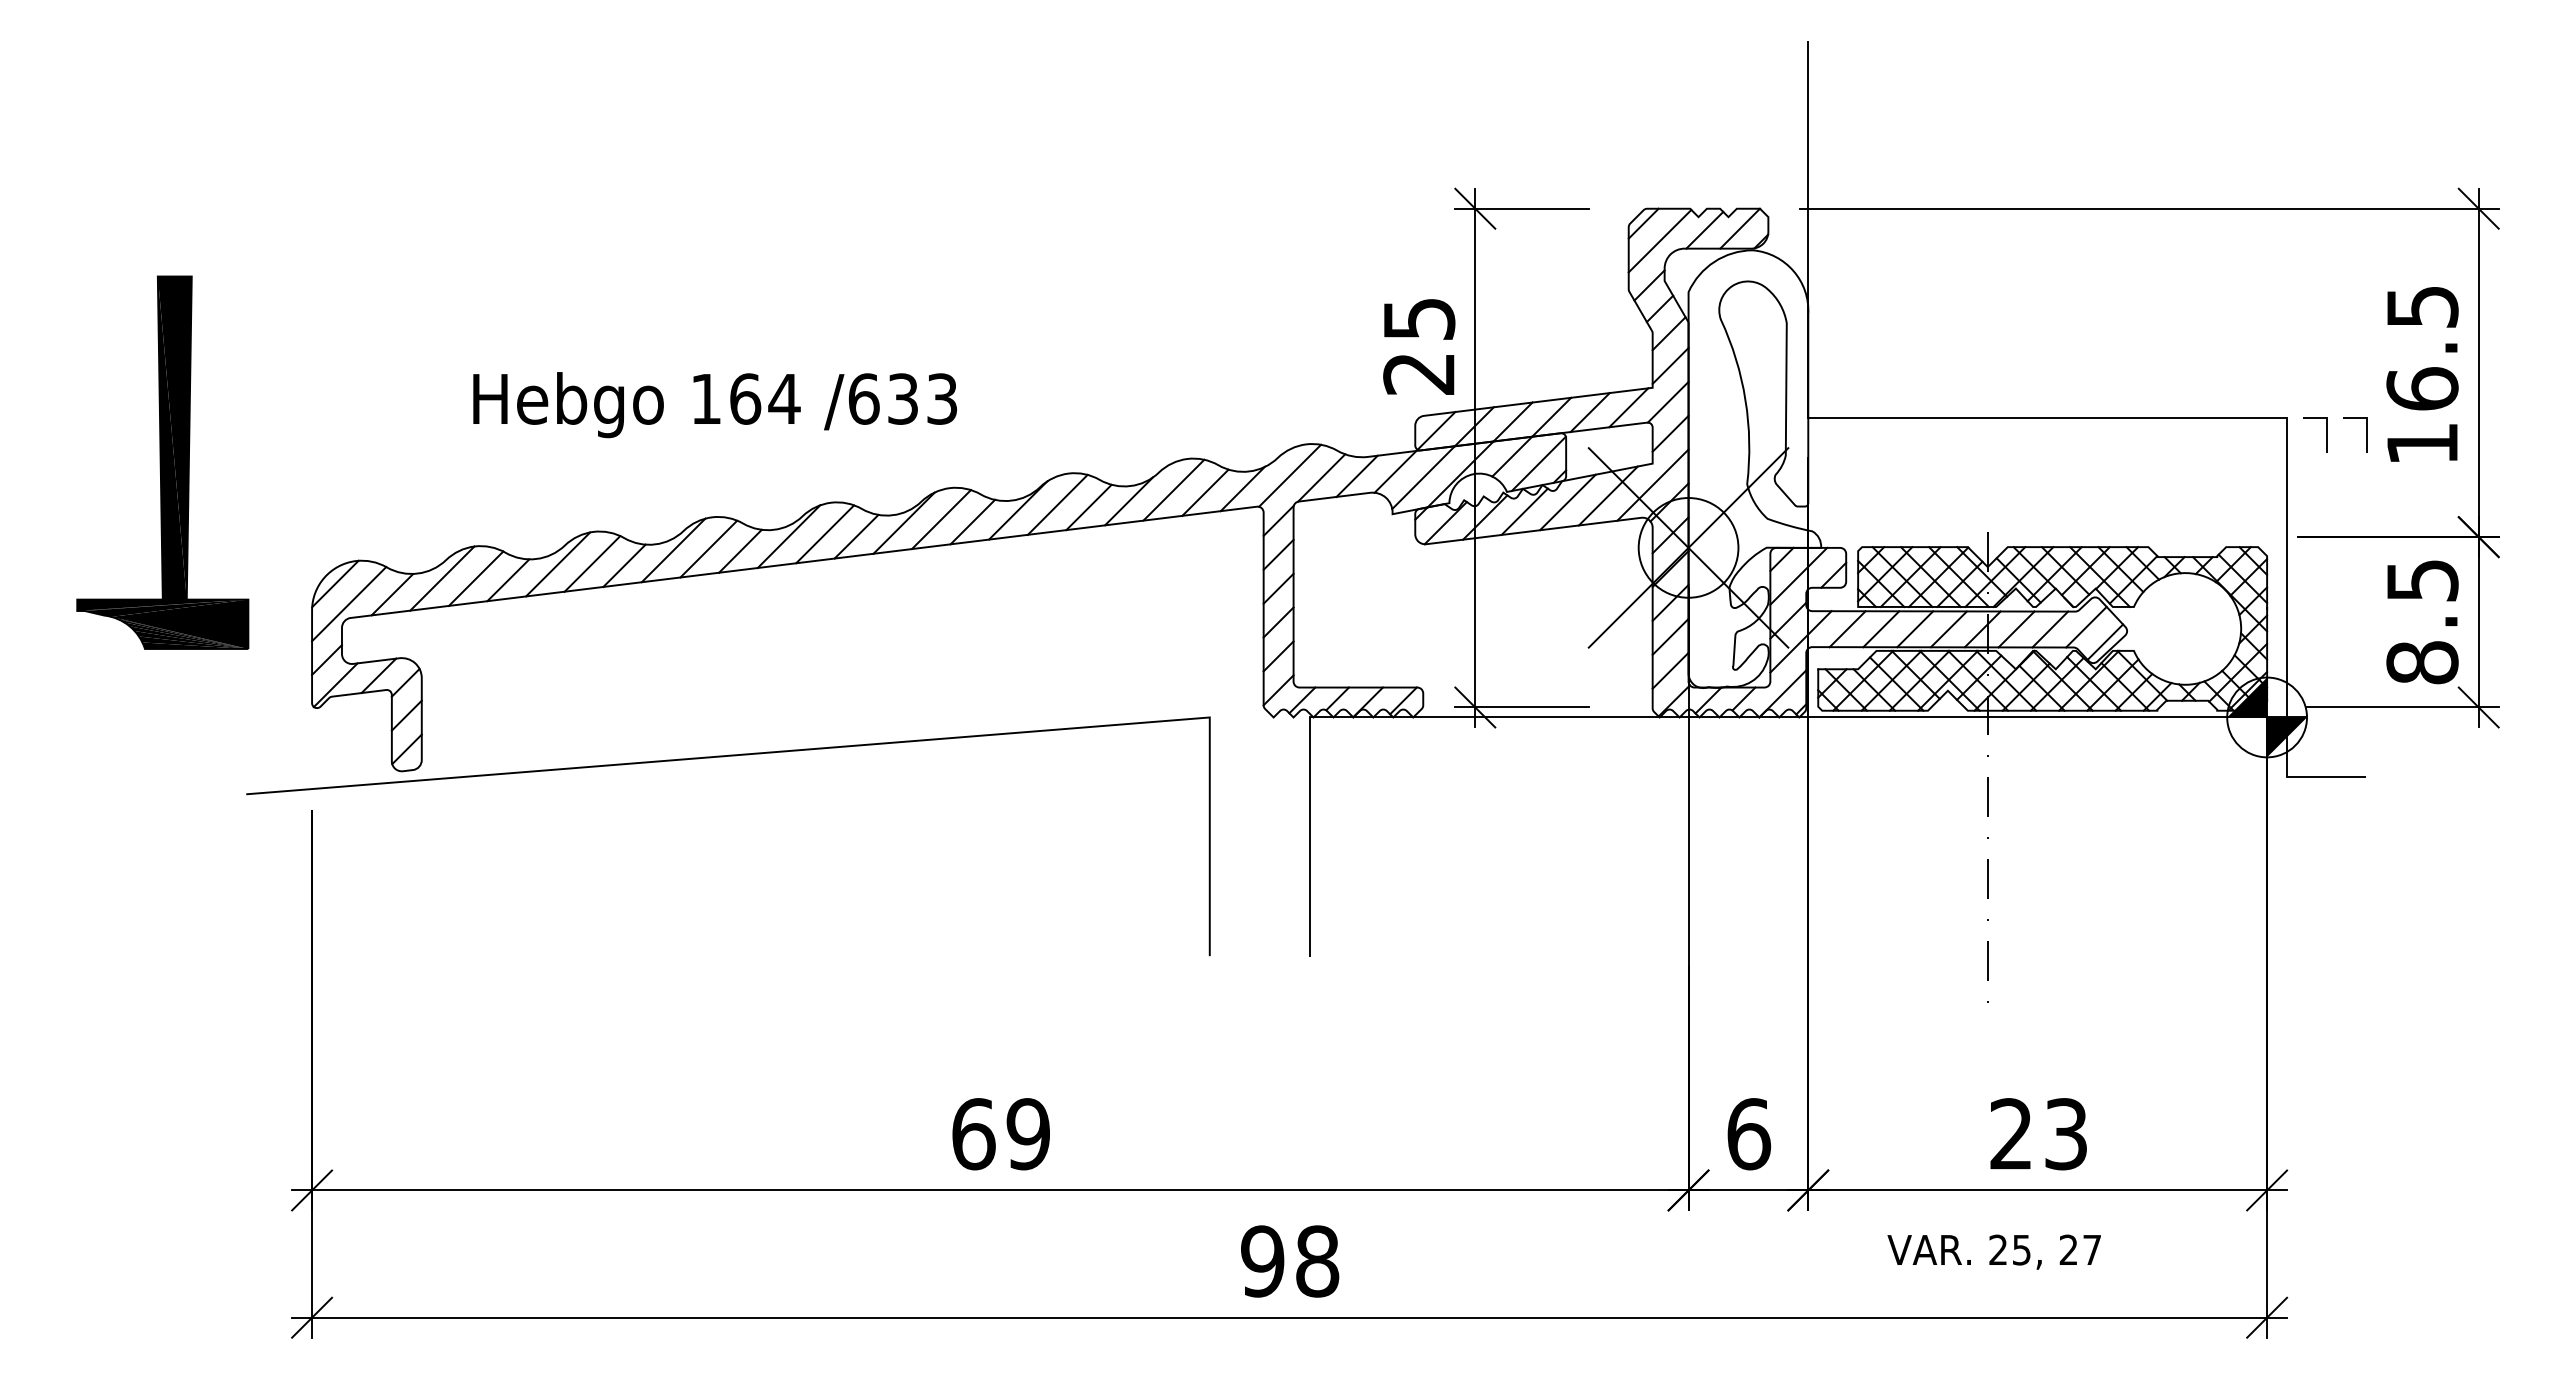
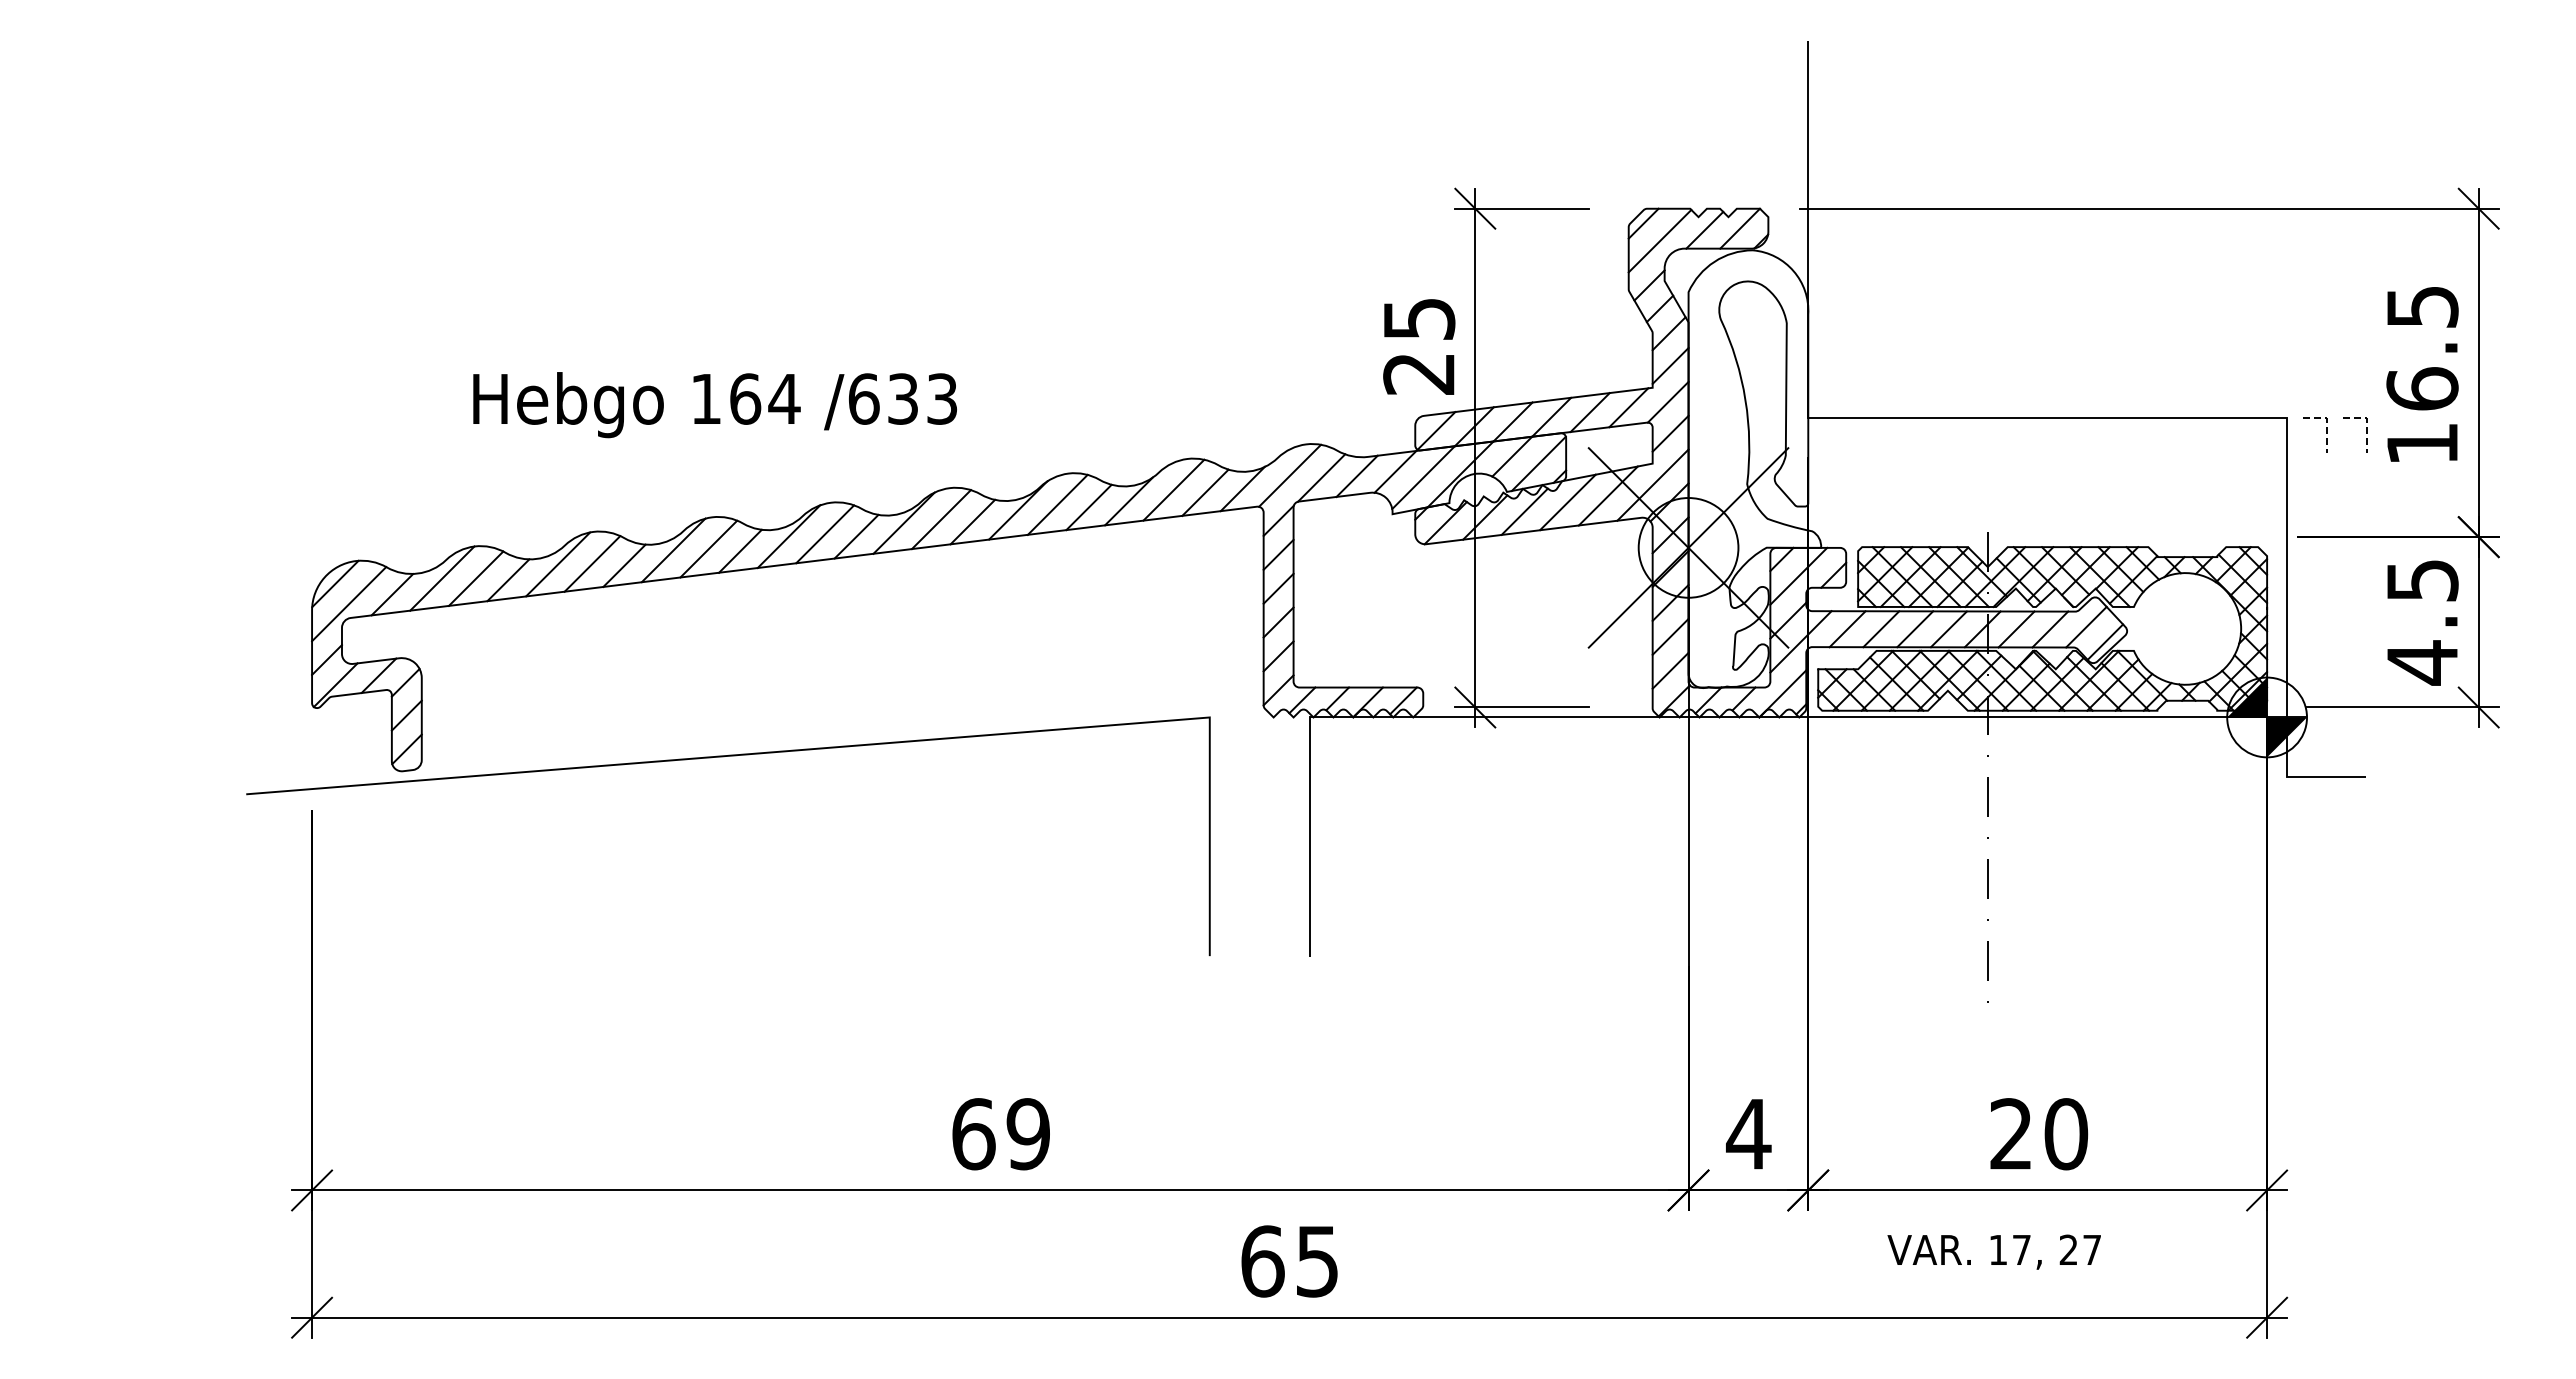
line at (2326, 423): solid -> dashed
line at (2366, 423): solid -> dashed
part at (162, 462): present -> none
text at (2422, 662): 8.5 -> 4.5
text at (1748, 1134): 6 -> 4
text at (2066, 1134): 23 -> 20
text at (2009, 1249): 25, -> 17,
text at (1290, 1261): 98 -> 65
